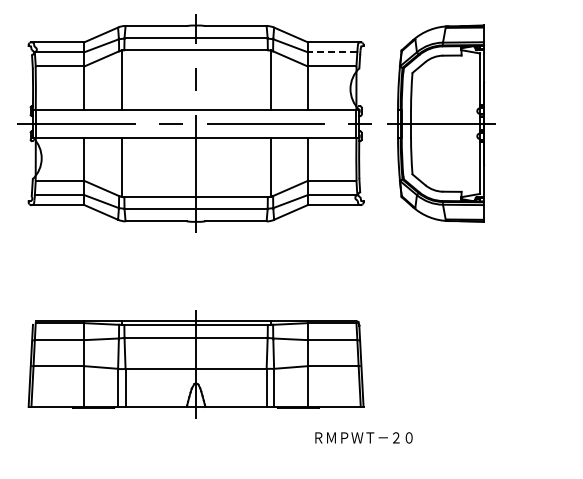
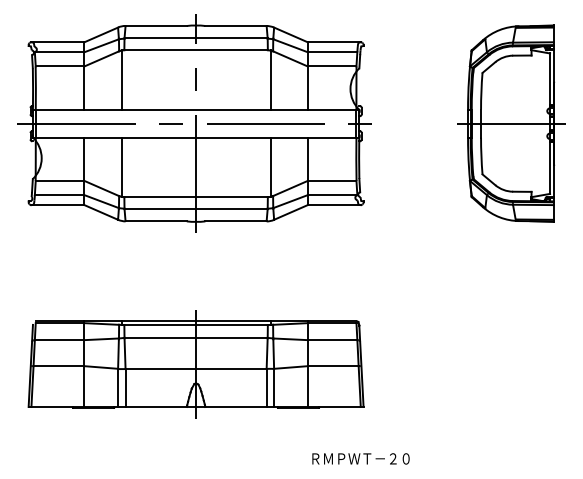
line at (332, 52): dashed -> solid
part at (441, 123) position: (441, 123) -> (511, 123)
text at (363, 437) position: (363, 437) -> (360, 458)
